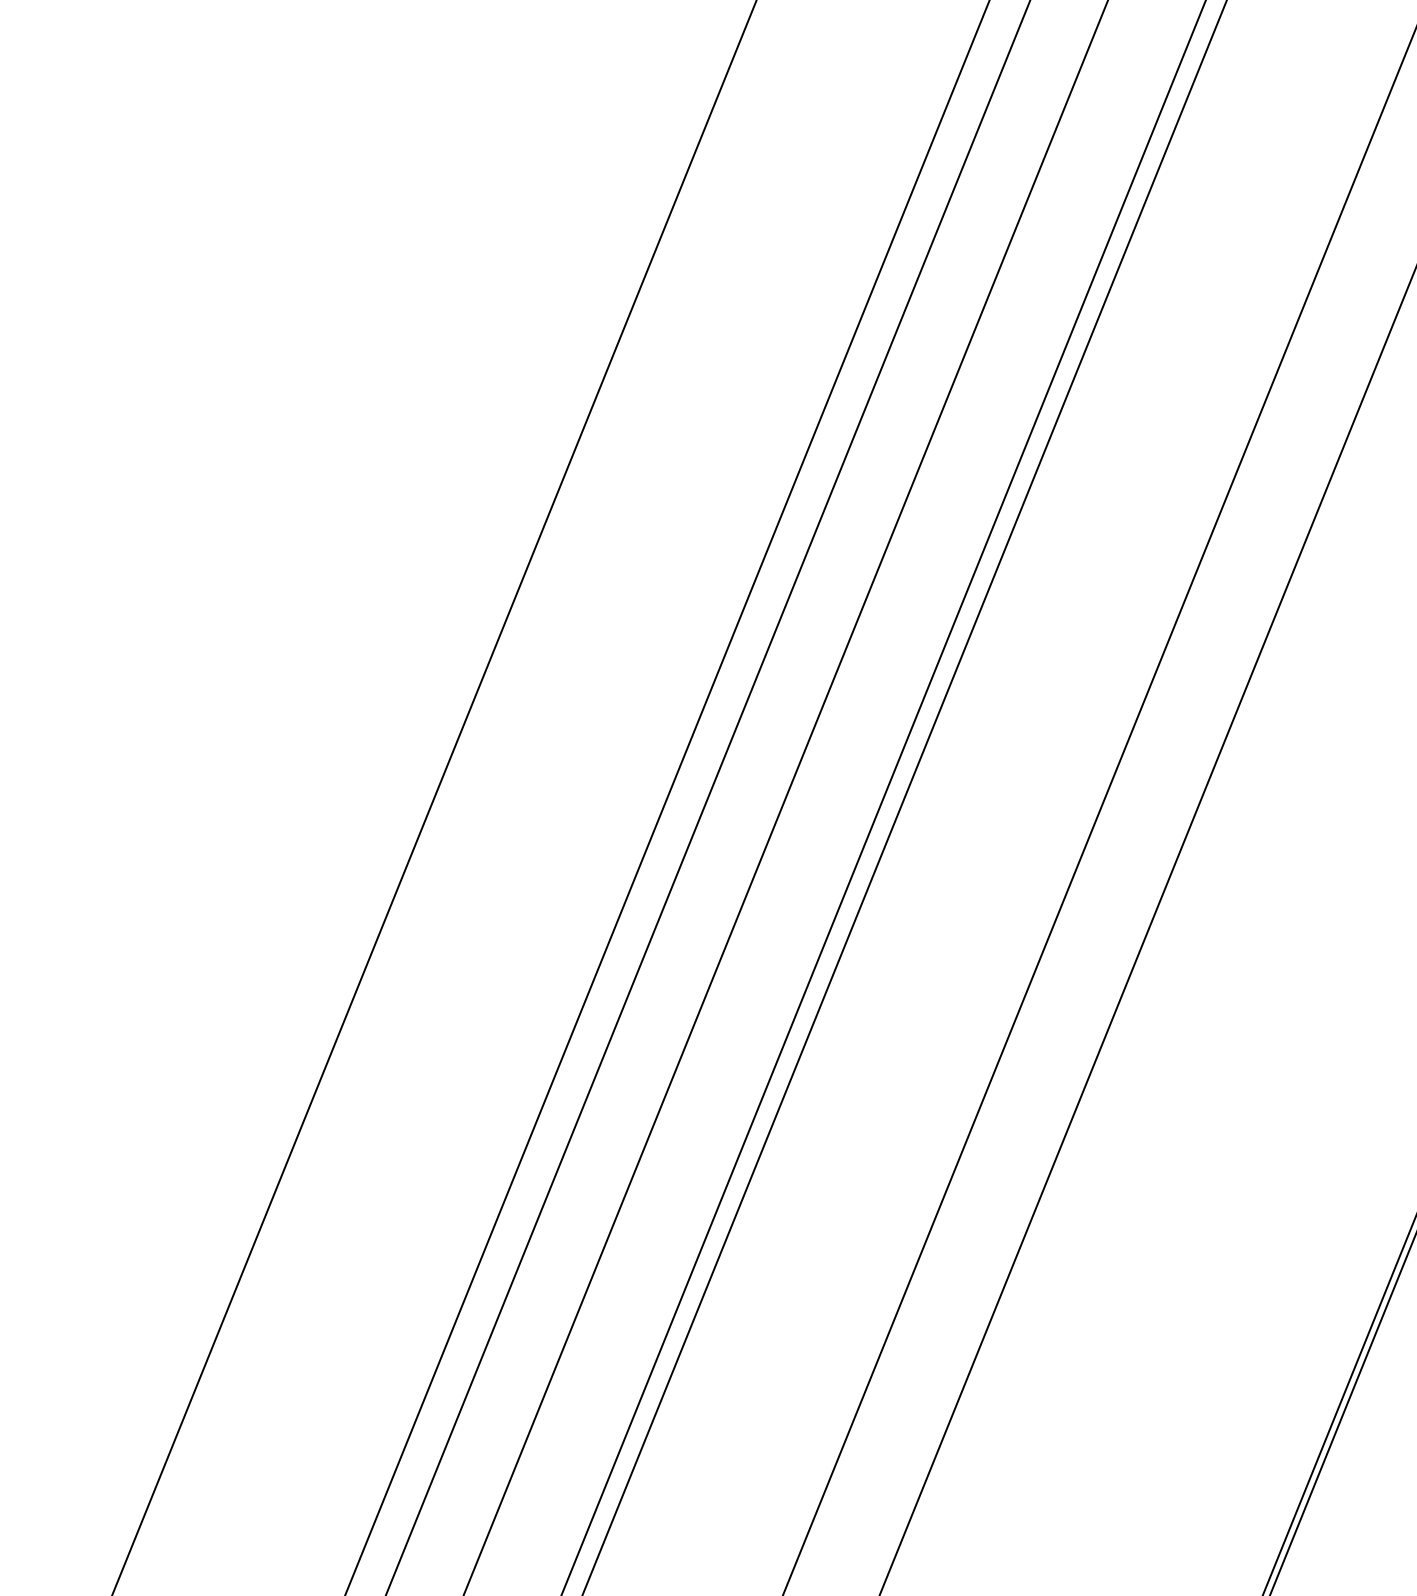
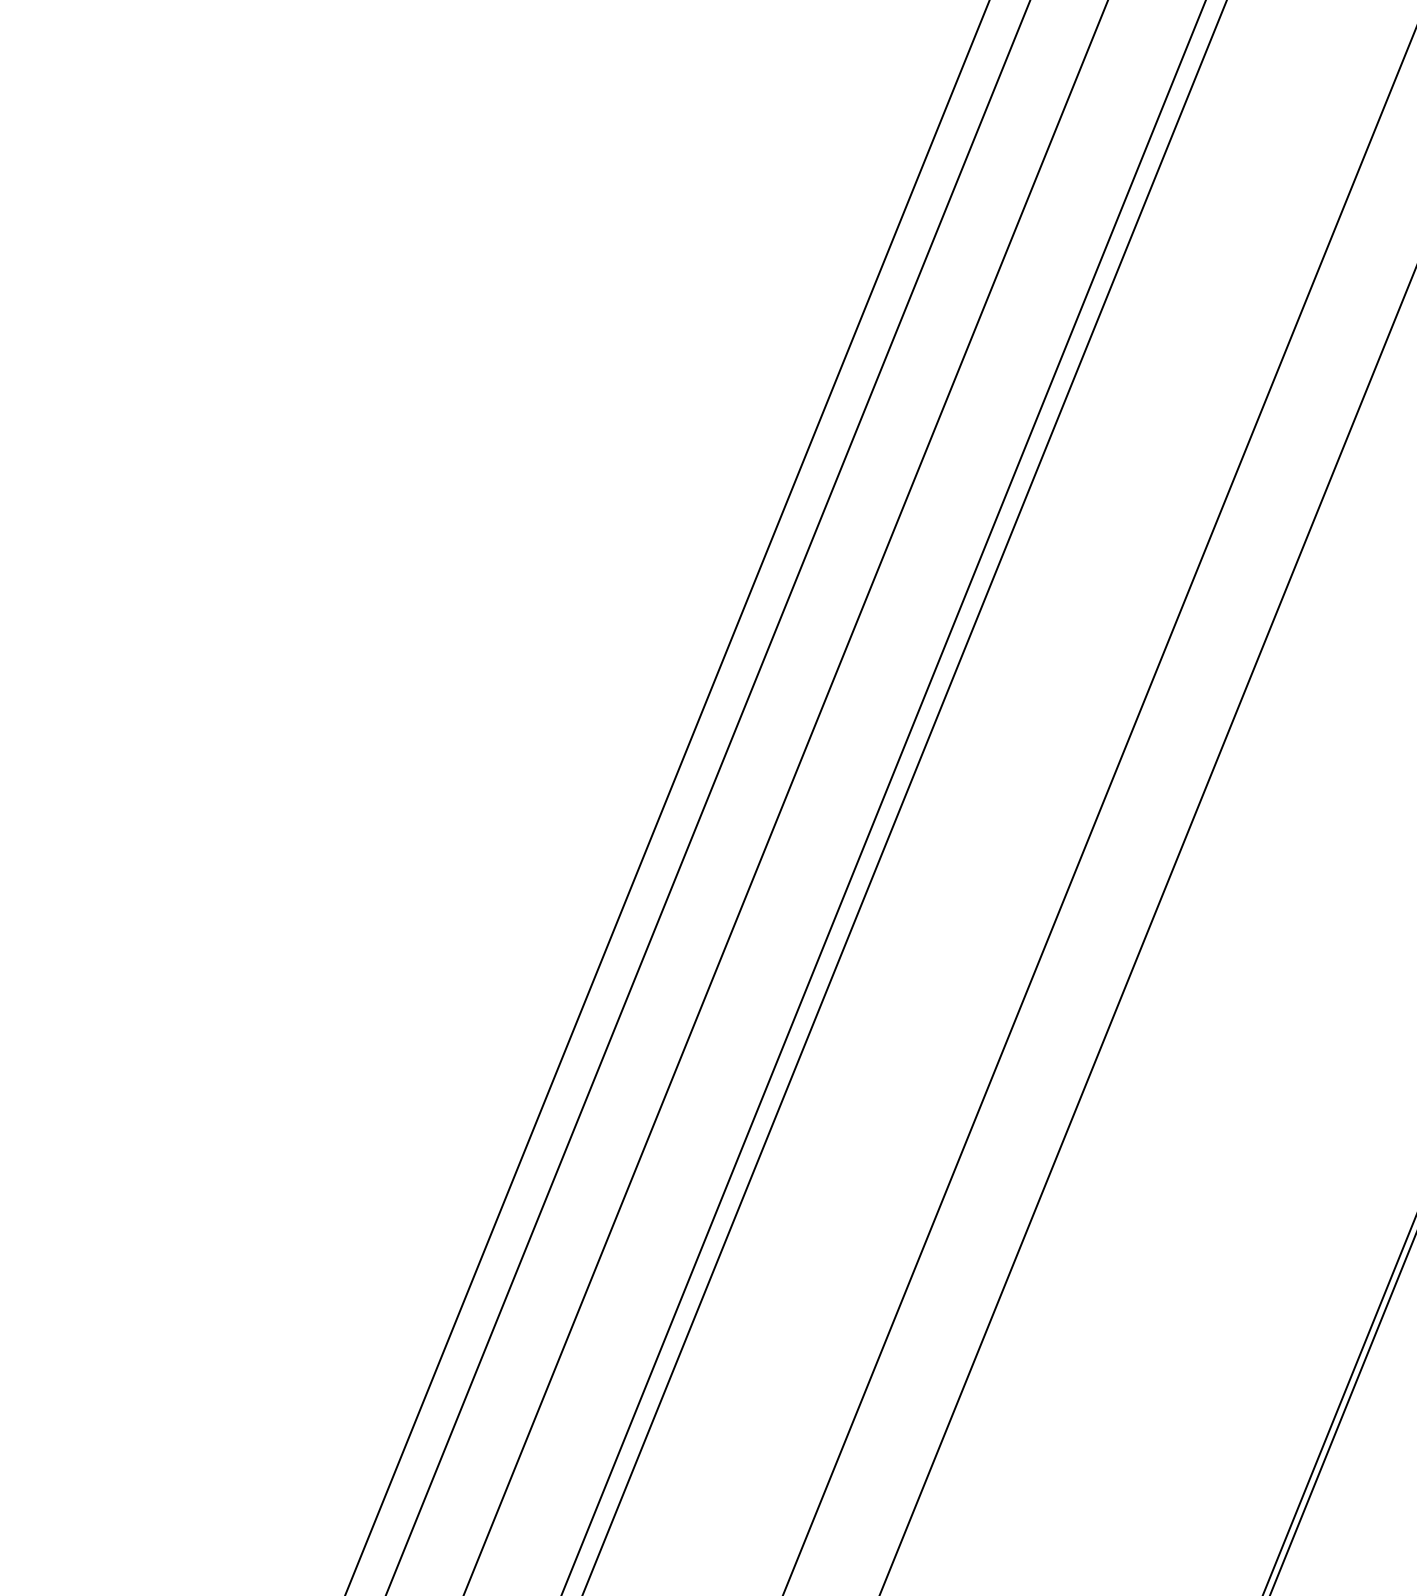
line at (434, 797): present -> none
